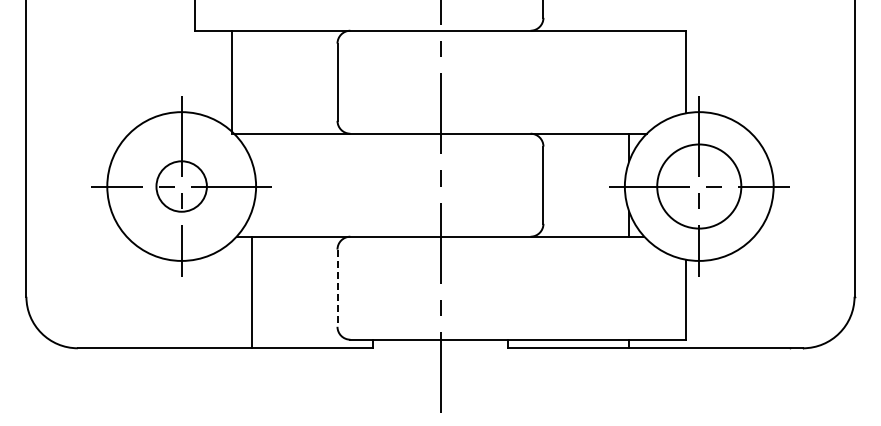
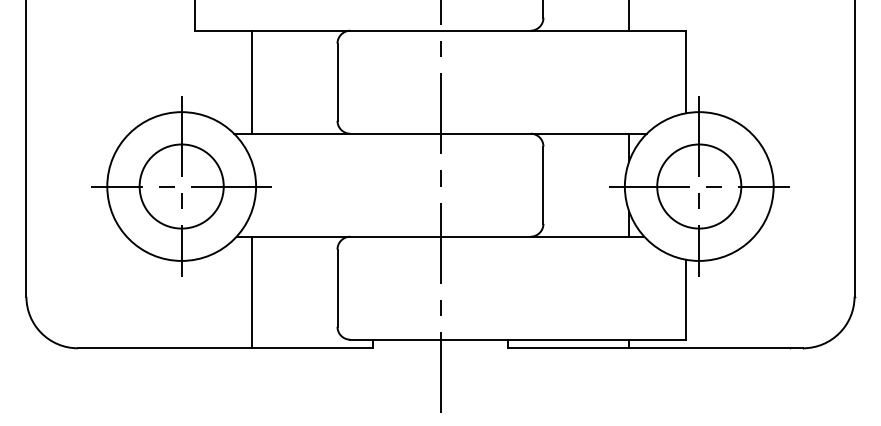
line at (629, 16): none -> present
line at (231, 81) position: (231, 81) -> (251, 81)
circle at (181, 186) diameter: 50 px -> 84 px
line at (337, 288): dashed -> solid
